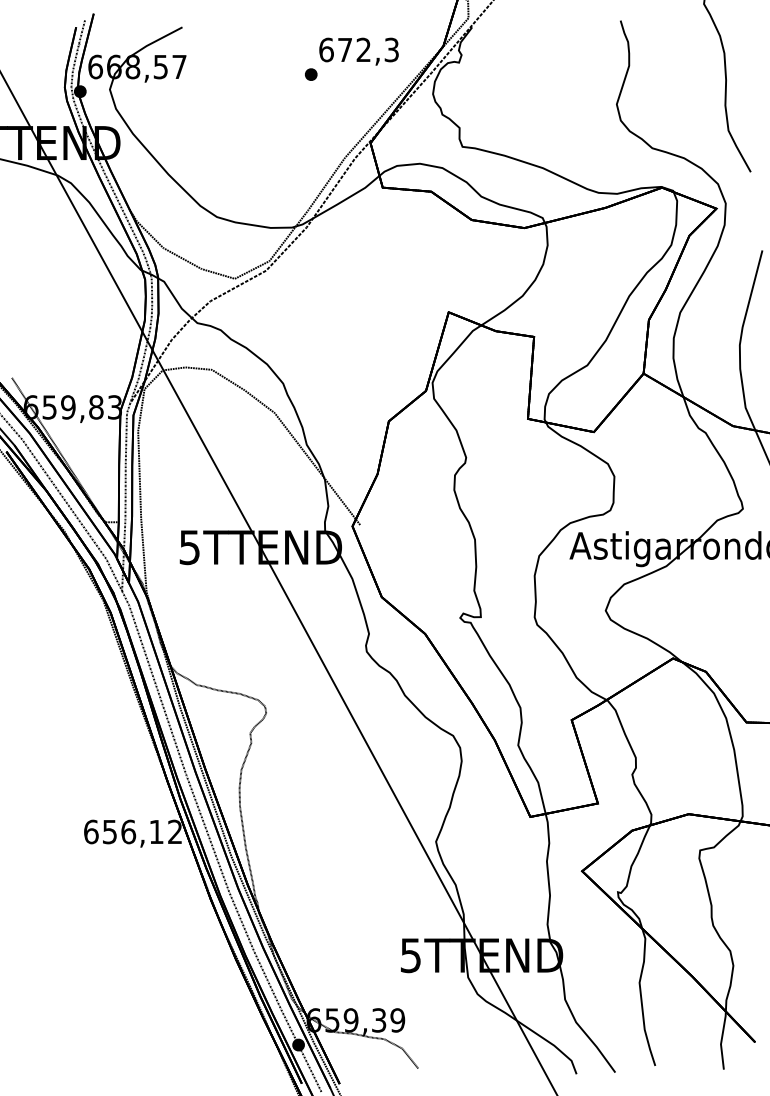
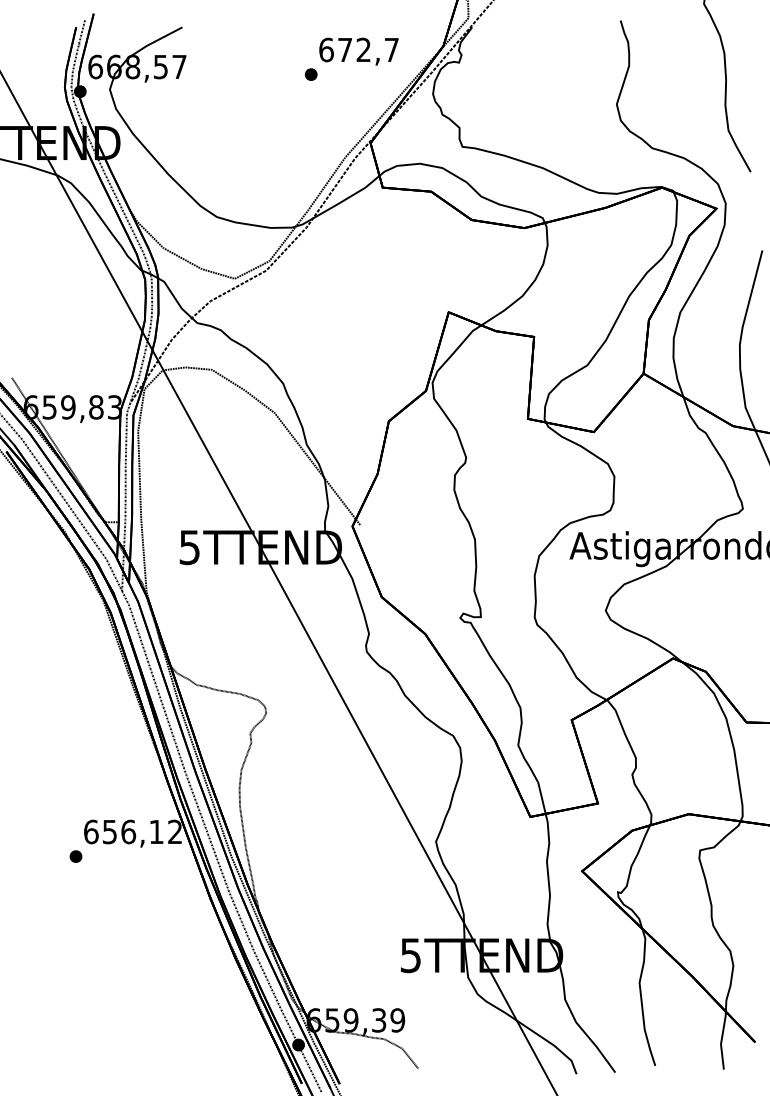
text at (391, 49): 672,3 -> 672,7
part at (75, 856): none -> present
